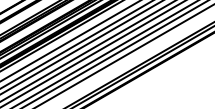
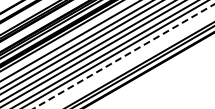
line at (124, 56): solid -> dashed
